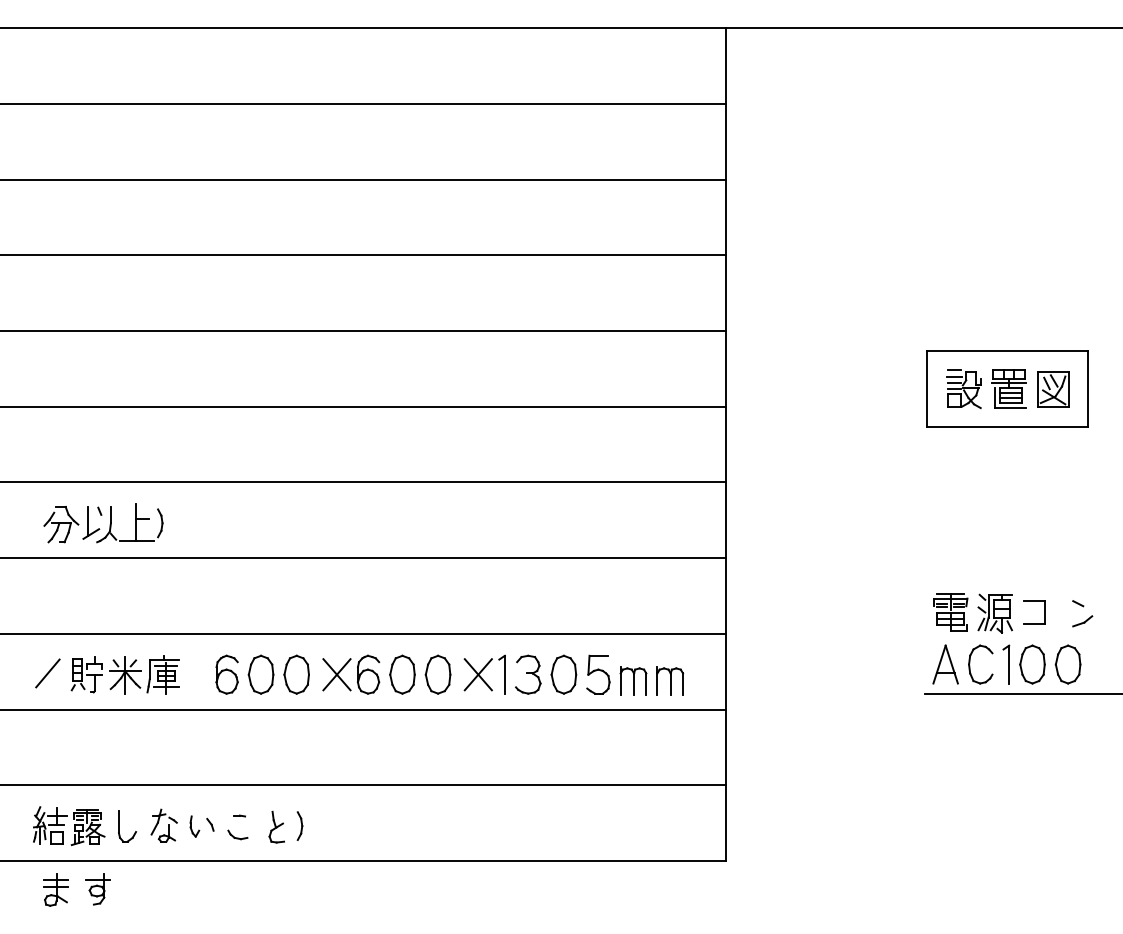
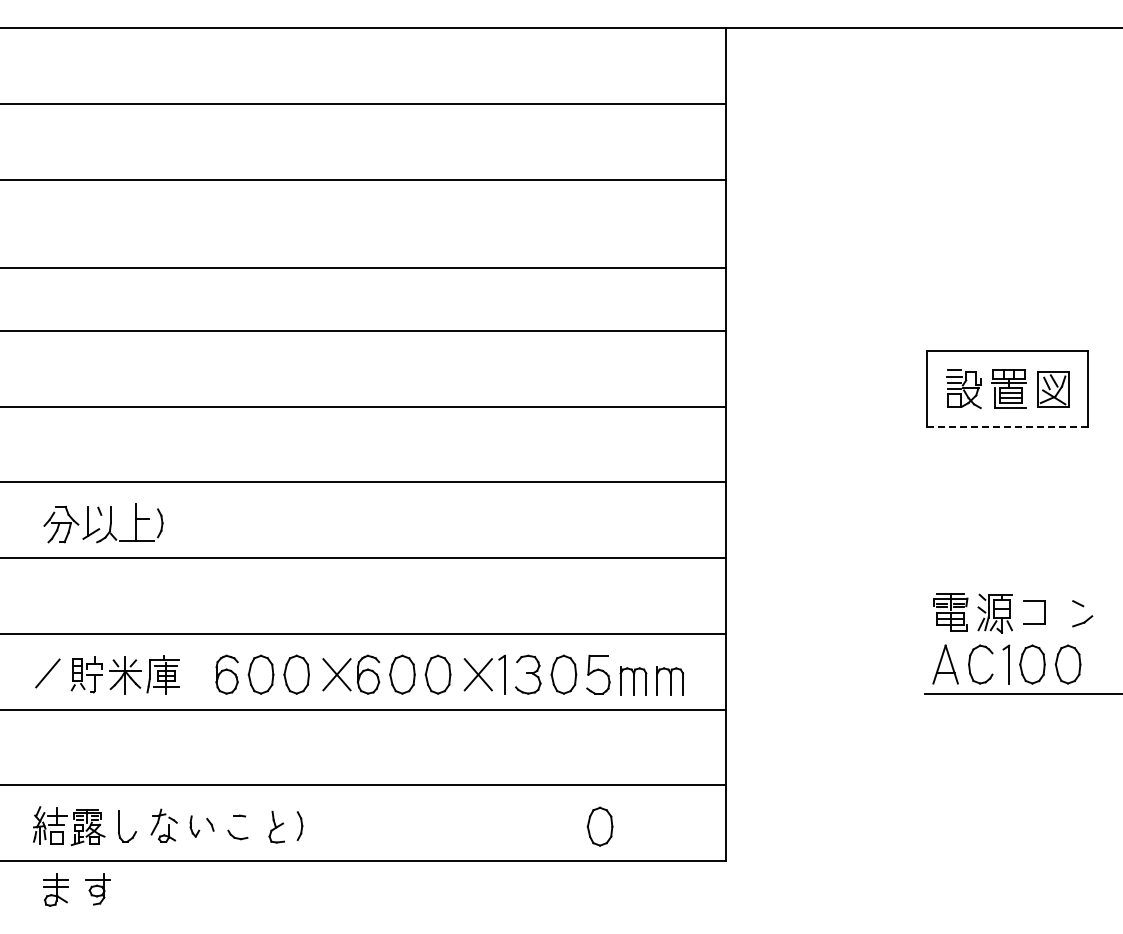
line at (363, 255) position: (363, 255) -> (363, 268)
line at (1007, 427): solid -> dashed
part at (599, 826): none -> present
